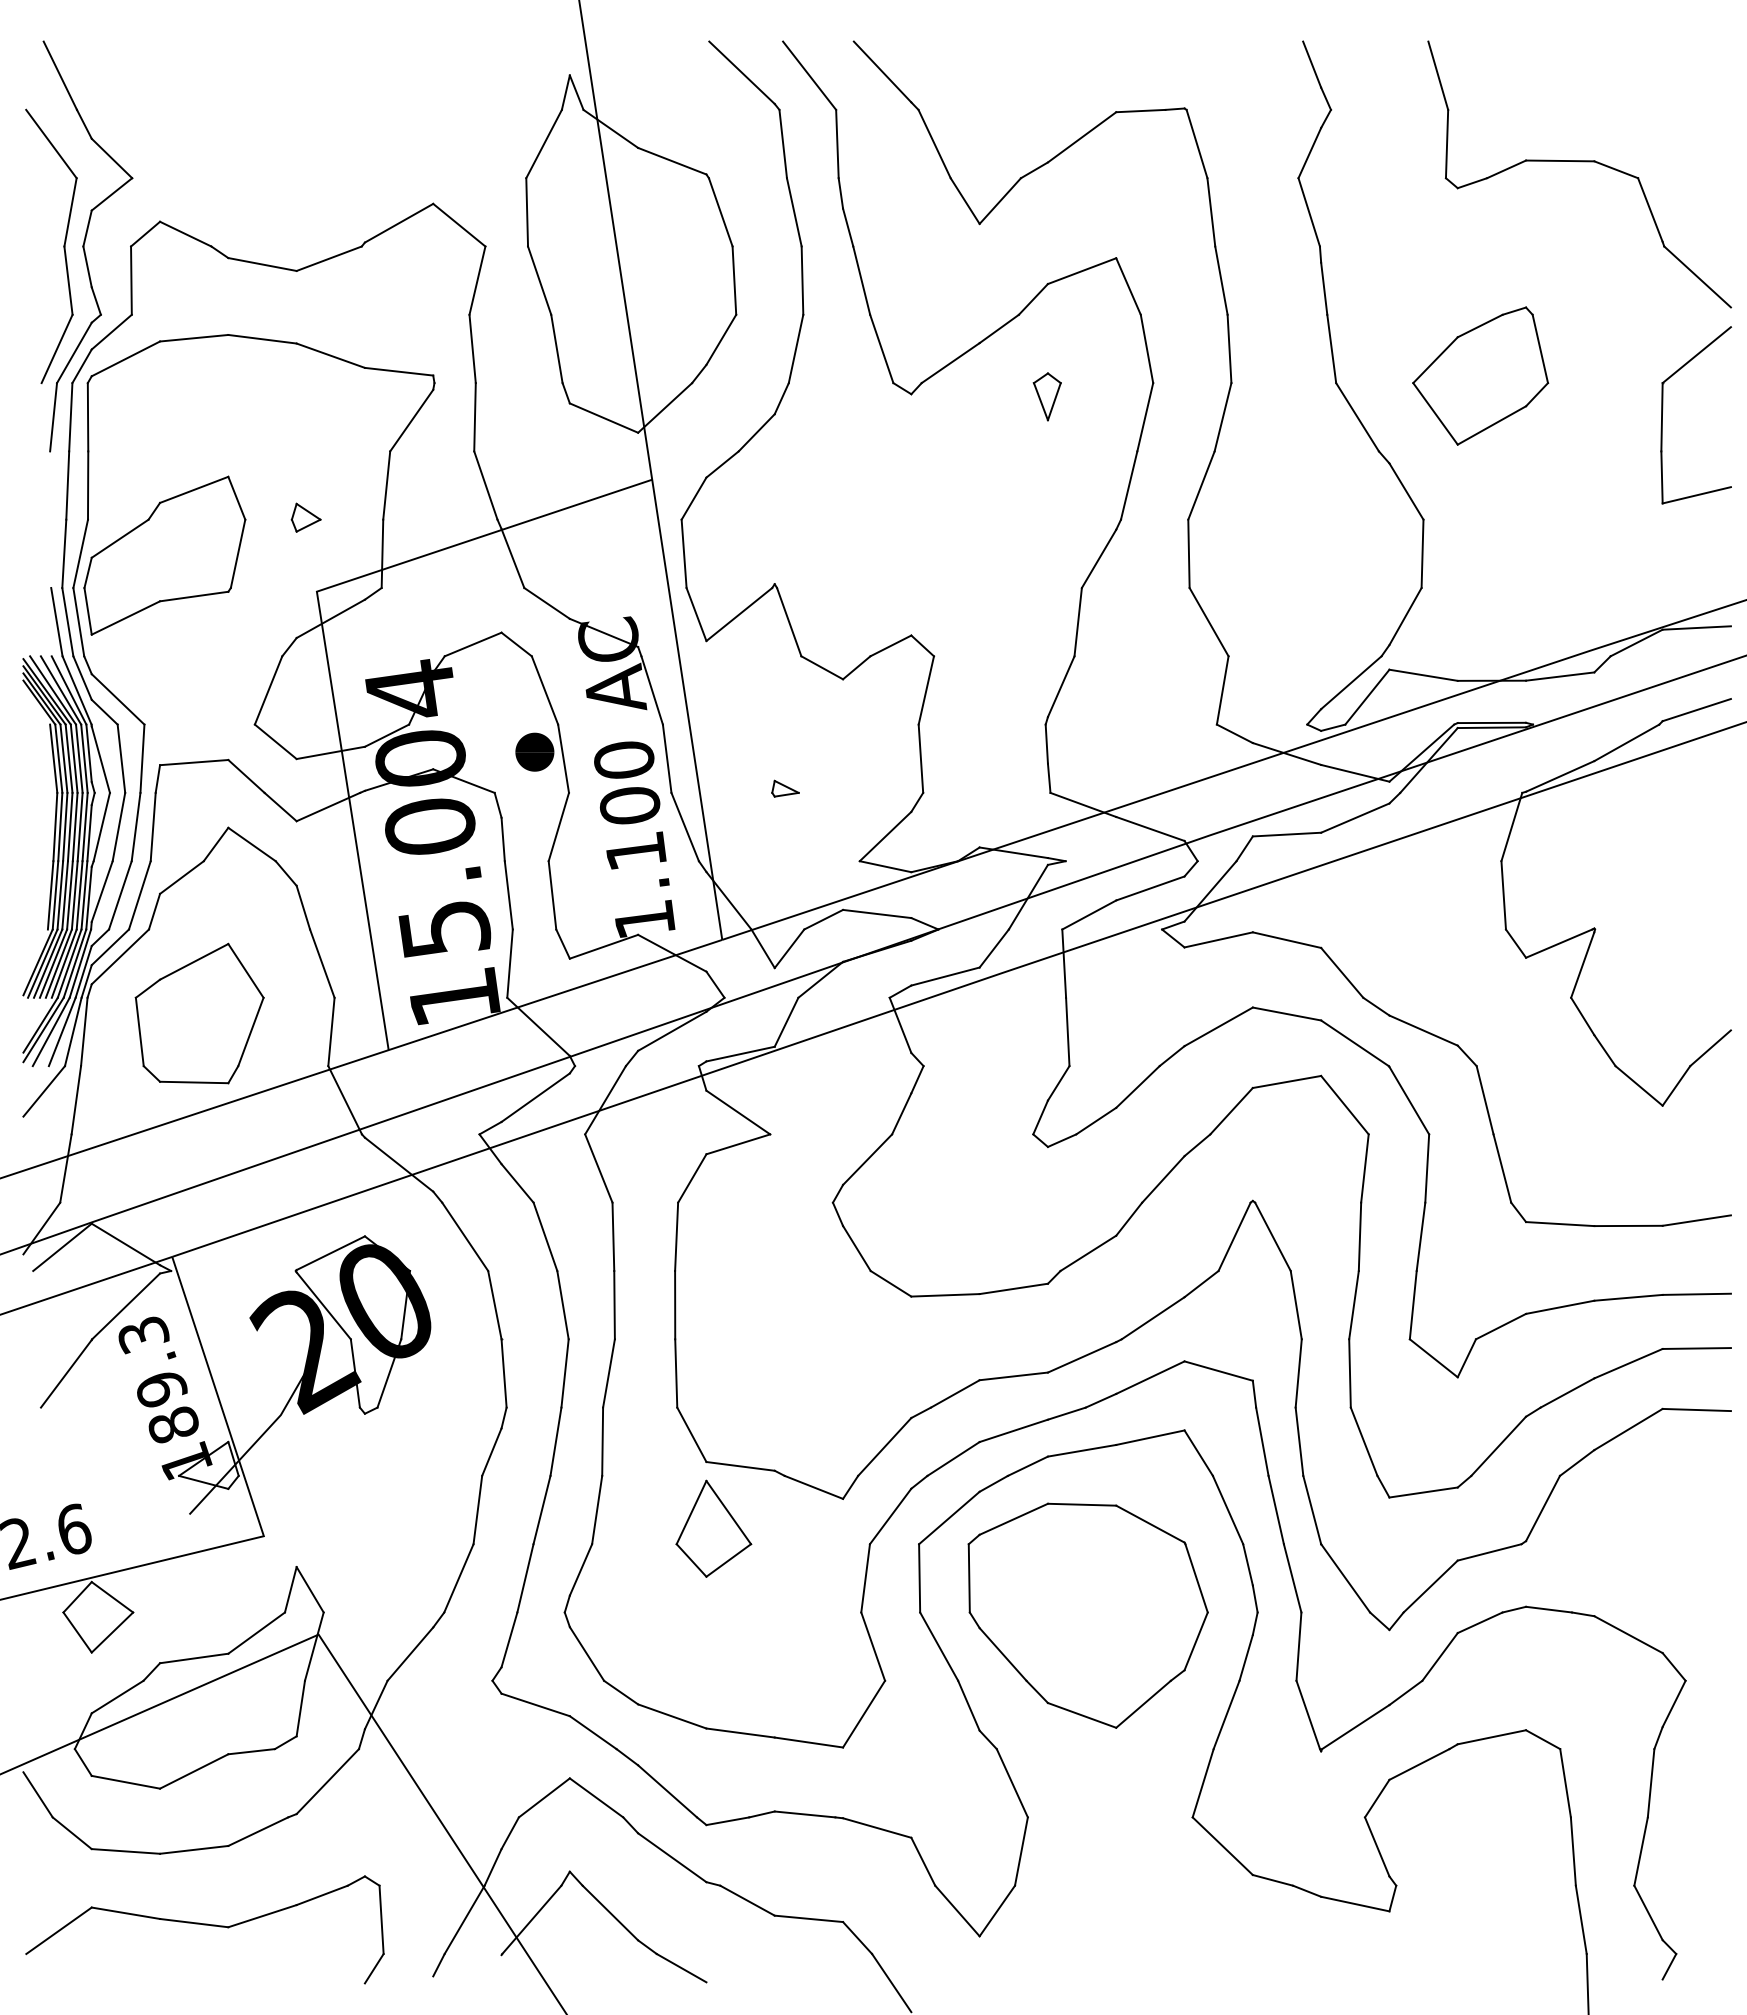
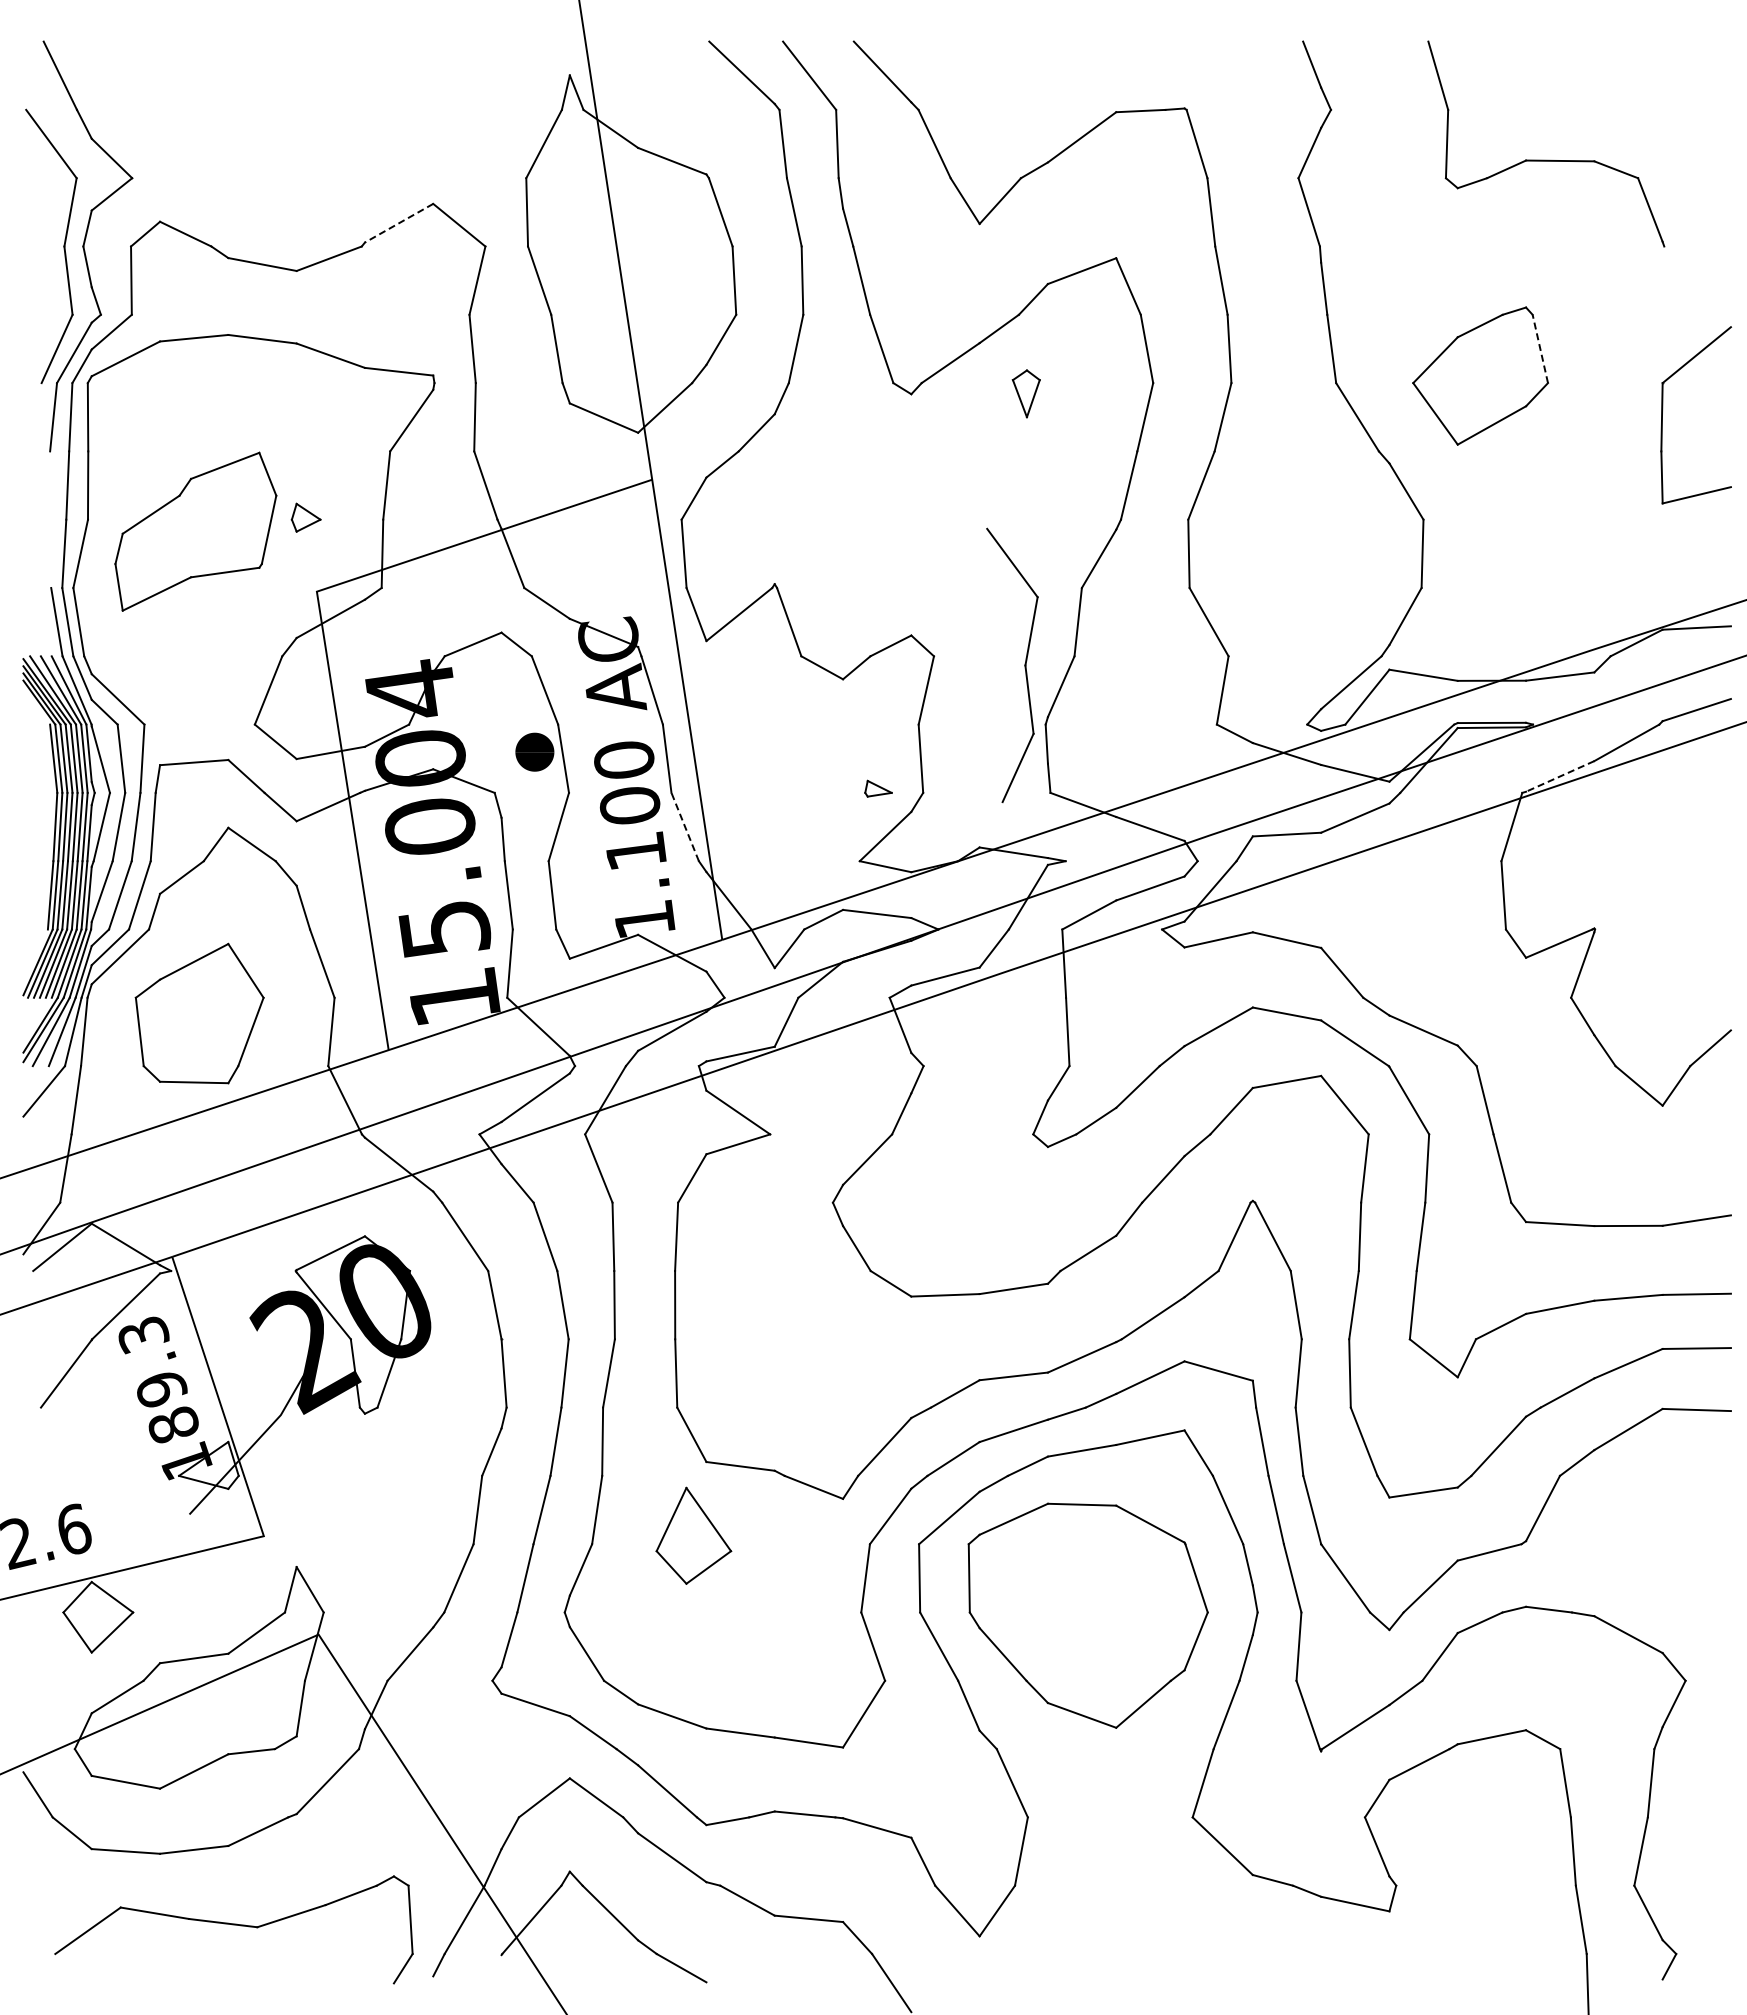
line at (398, 223): solid -> dashed
line at (1697, 276): present -> none
line at (1540, 348): solid -> dashed
part at (1046, 396) position: (1046, 396) -> (1025, 393)
part at (164, 555) position: (164, 555) -> (195, 531)
part at (1024, 664): none -> present
line at (1559, 776): solid -> dashed
part at (785, 788) position: (785, 788) -> (878, 788)
line at (685, 827): solid -> dashed
part at (713, 1528) position: (713, 1528) -> (693, 1535)
part at (204, 1929) position: (204, 1929) -> (233, 1929)
